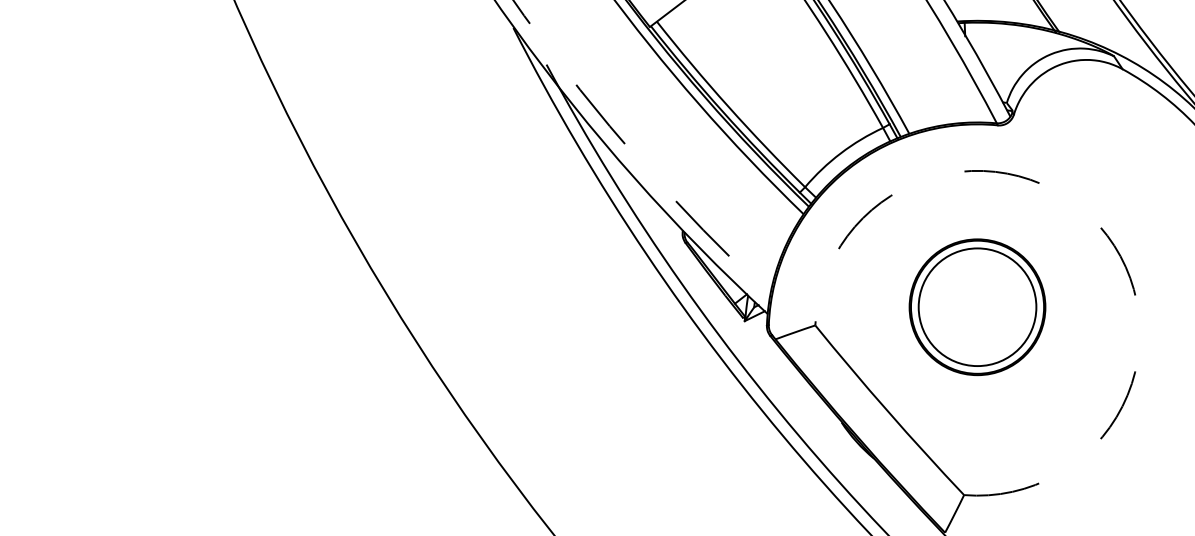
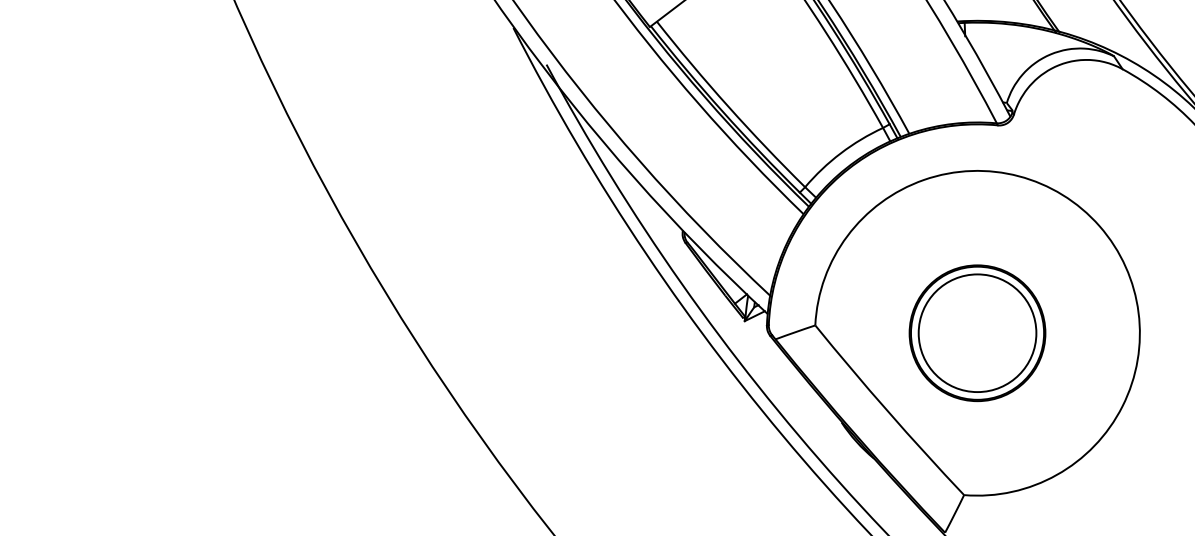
arc at (634, 154): dashed -> solid
arc at (1099, 226): dashed -> solid
part at (977, 307) position: (977, 307) -> (977, 333)
